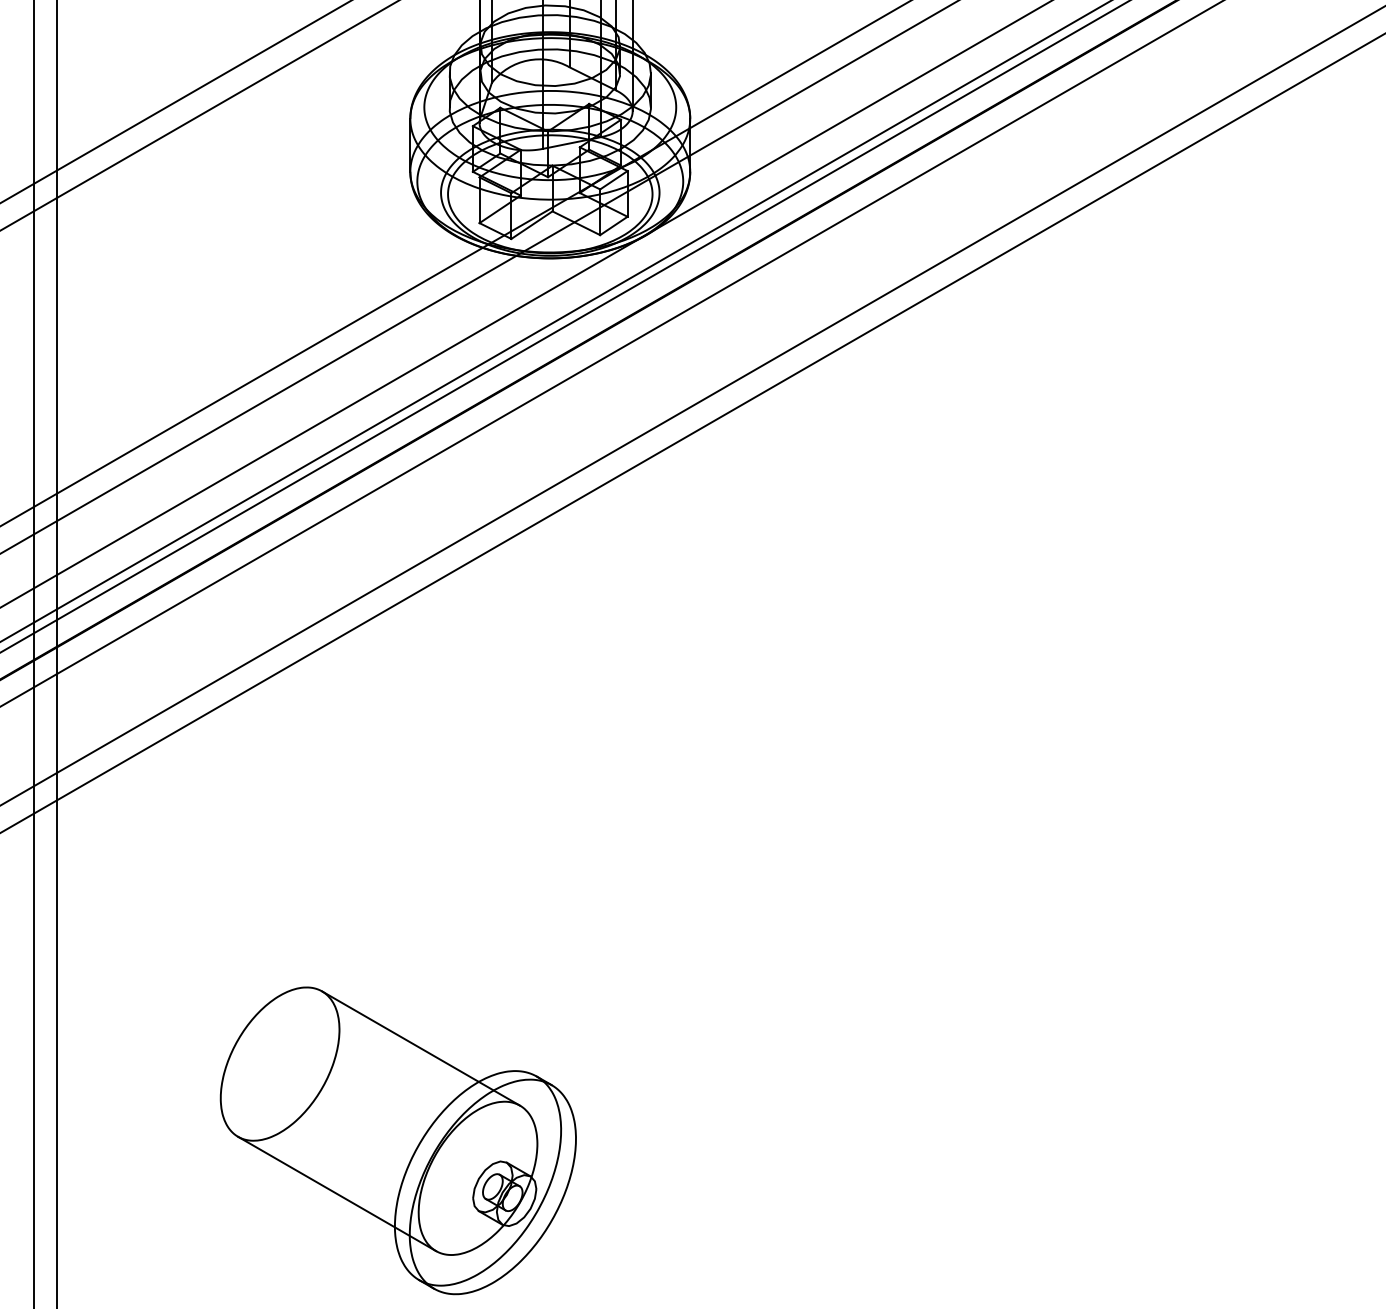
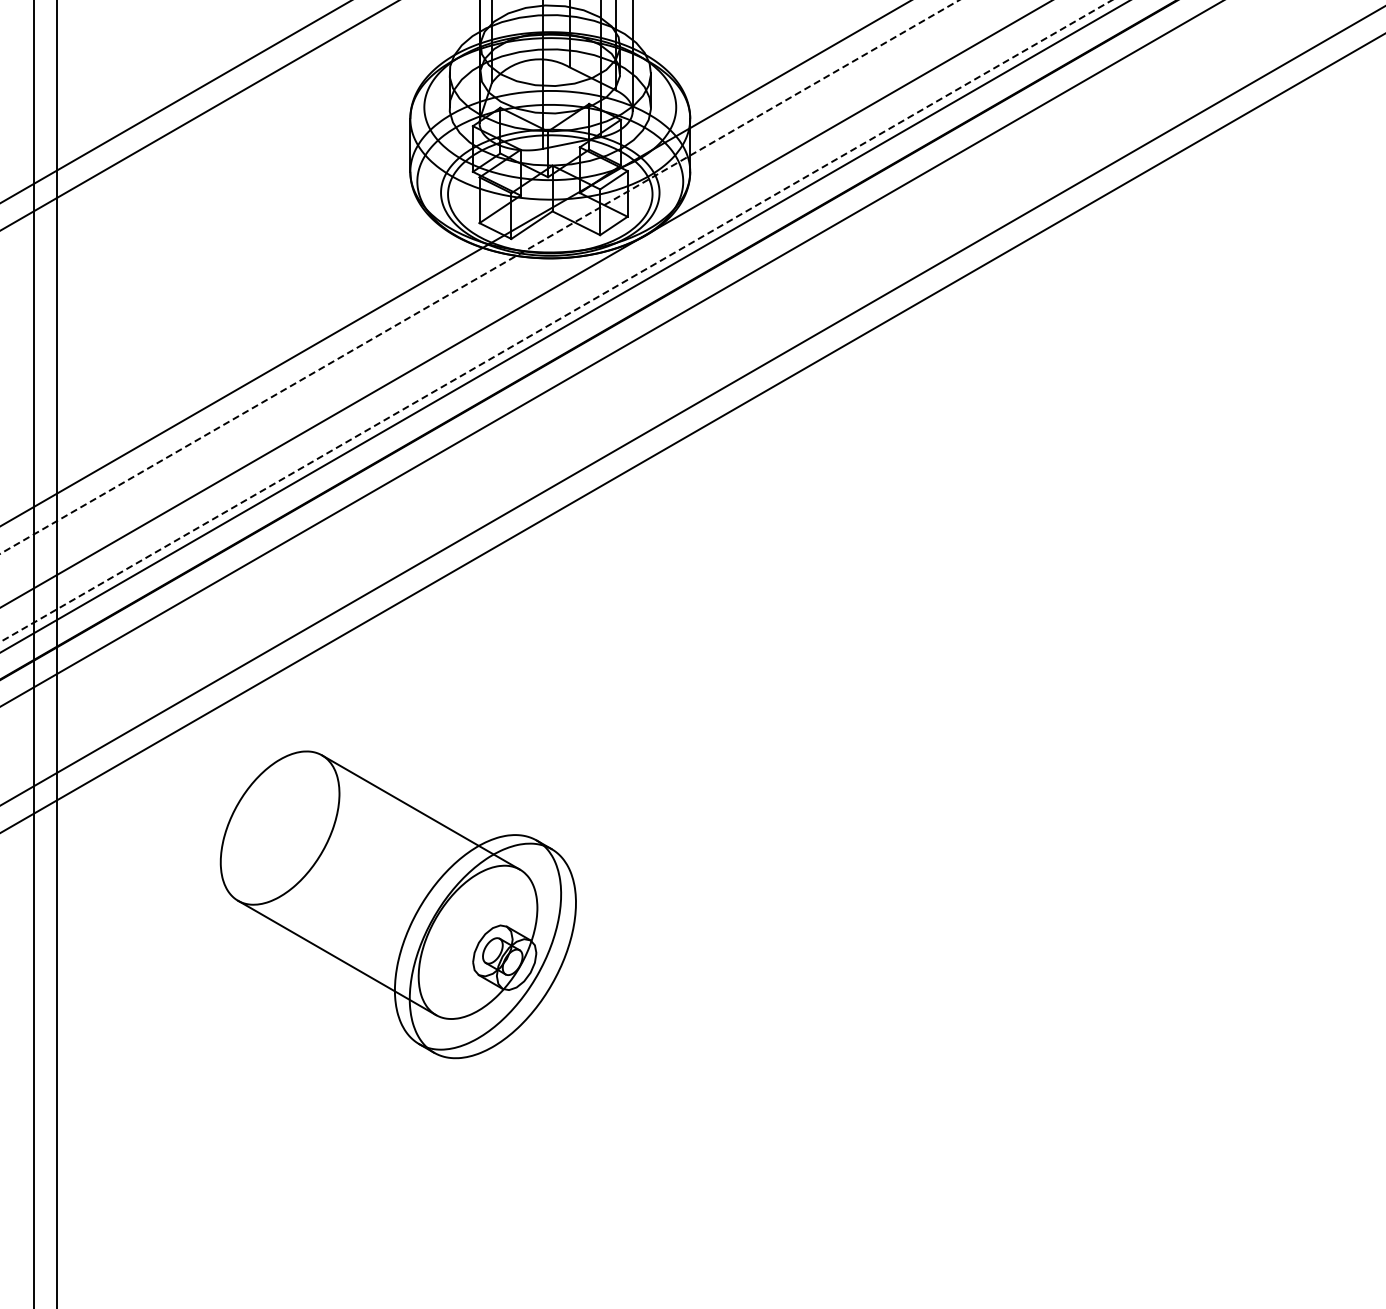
line at (479, 276): solid -> dashed
line at (556, 320): solid -> dashed
part at (397, 1140) position: (397, 1140) -> (397, 904)
